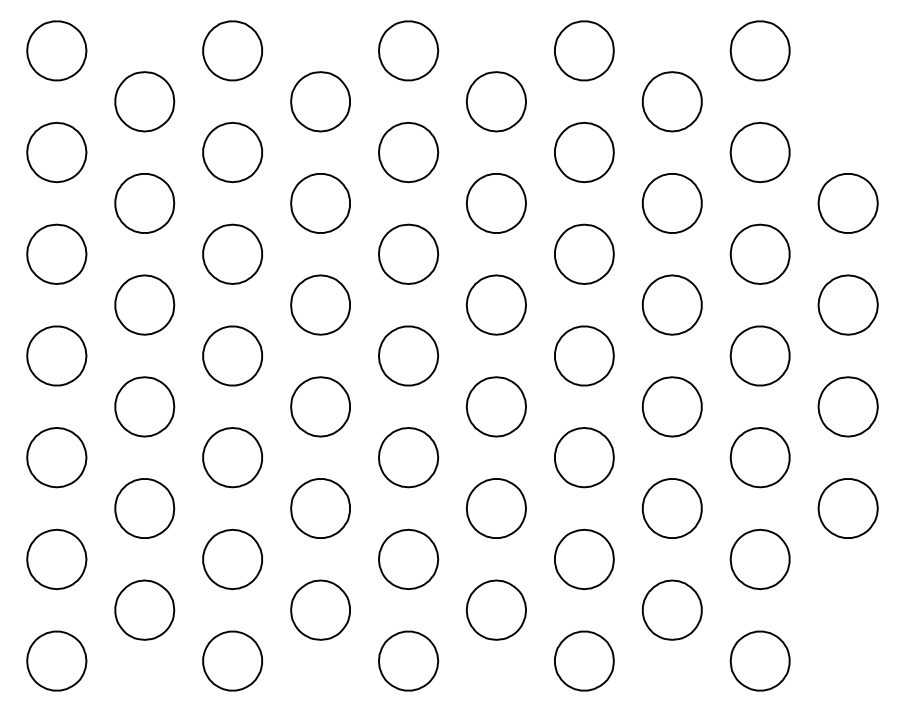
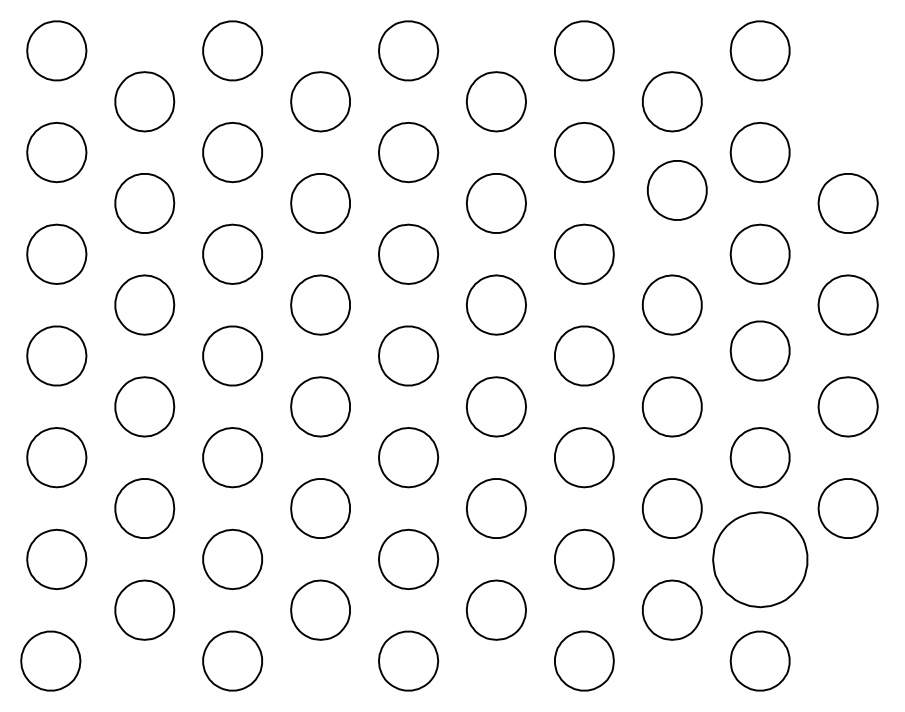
part at (672, 203) position: (672, 203) -> (677, 190)
part at (759, 355) position: (759, 355) -> (759, 350)
part at (759, 558) size: 62x62 px -> 97x98 px
part at (56, 660) position: (56, 660) -> (50, 660)
